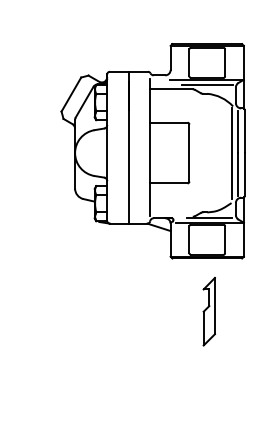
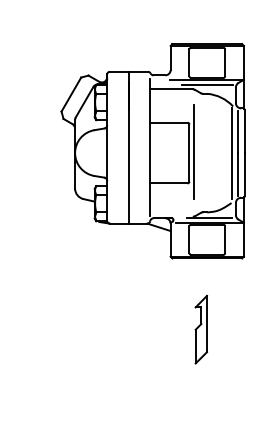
line at (193, 152): none -> present
part at (208, 311) position: (208, 311) -> (200, 329)
